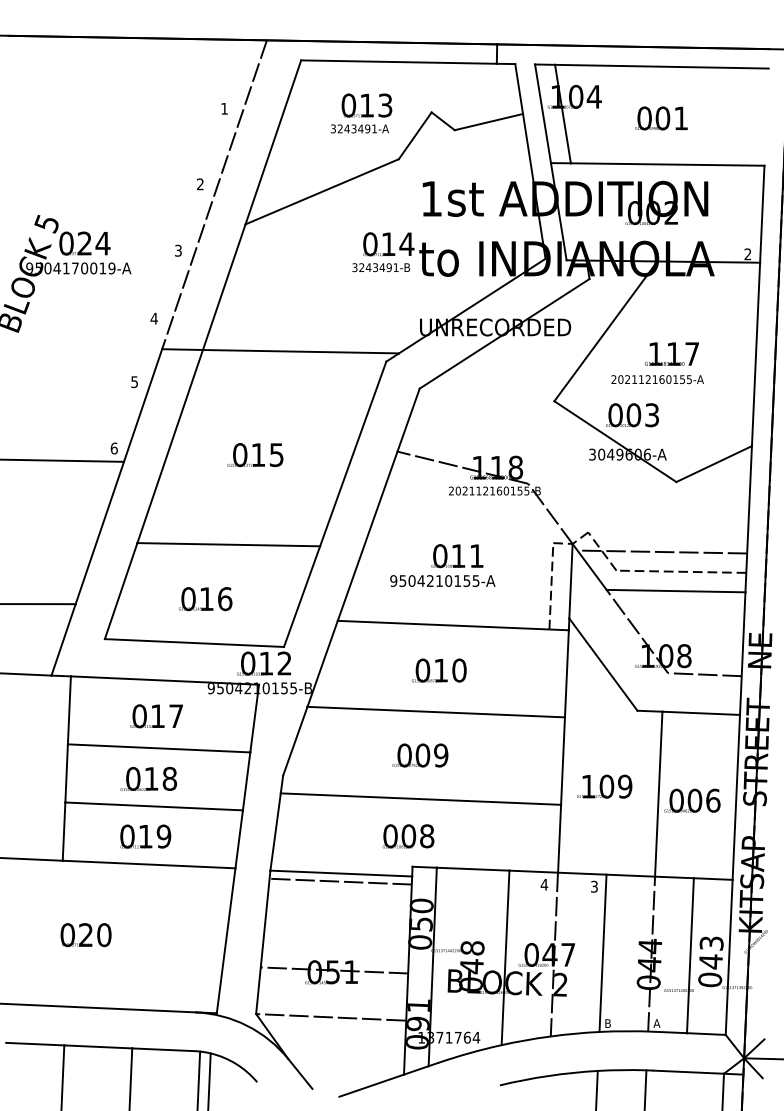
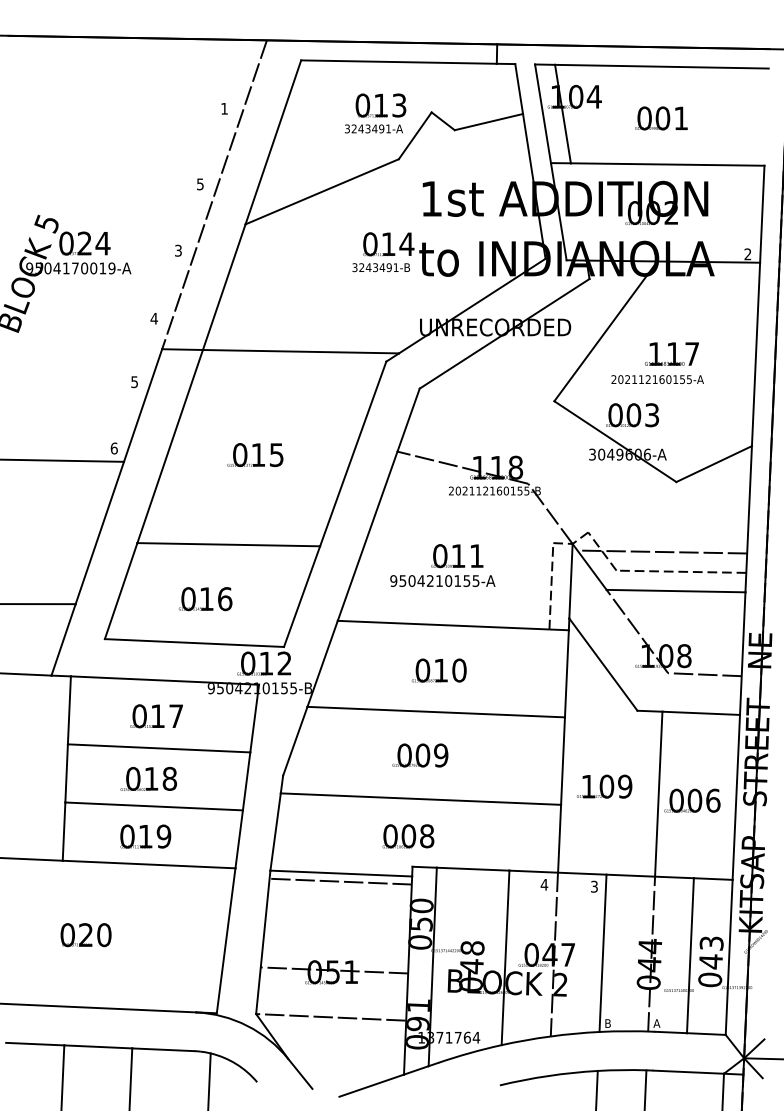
text at (361, 113) position: (361, 113) -> (375, 113)
text at (200, 184): 2 -> 5
line at (198, 1079): present -> none
